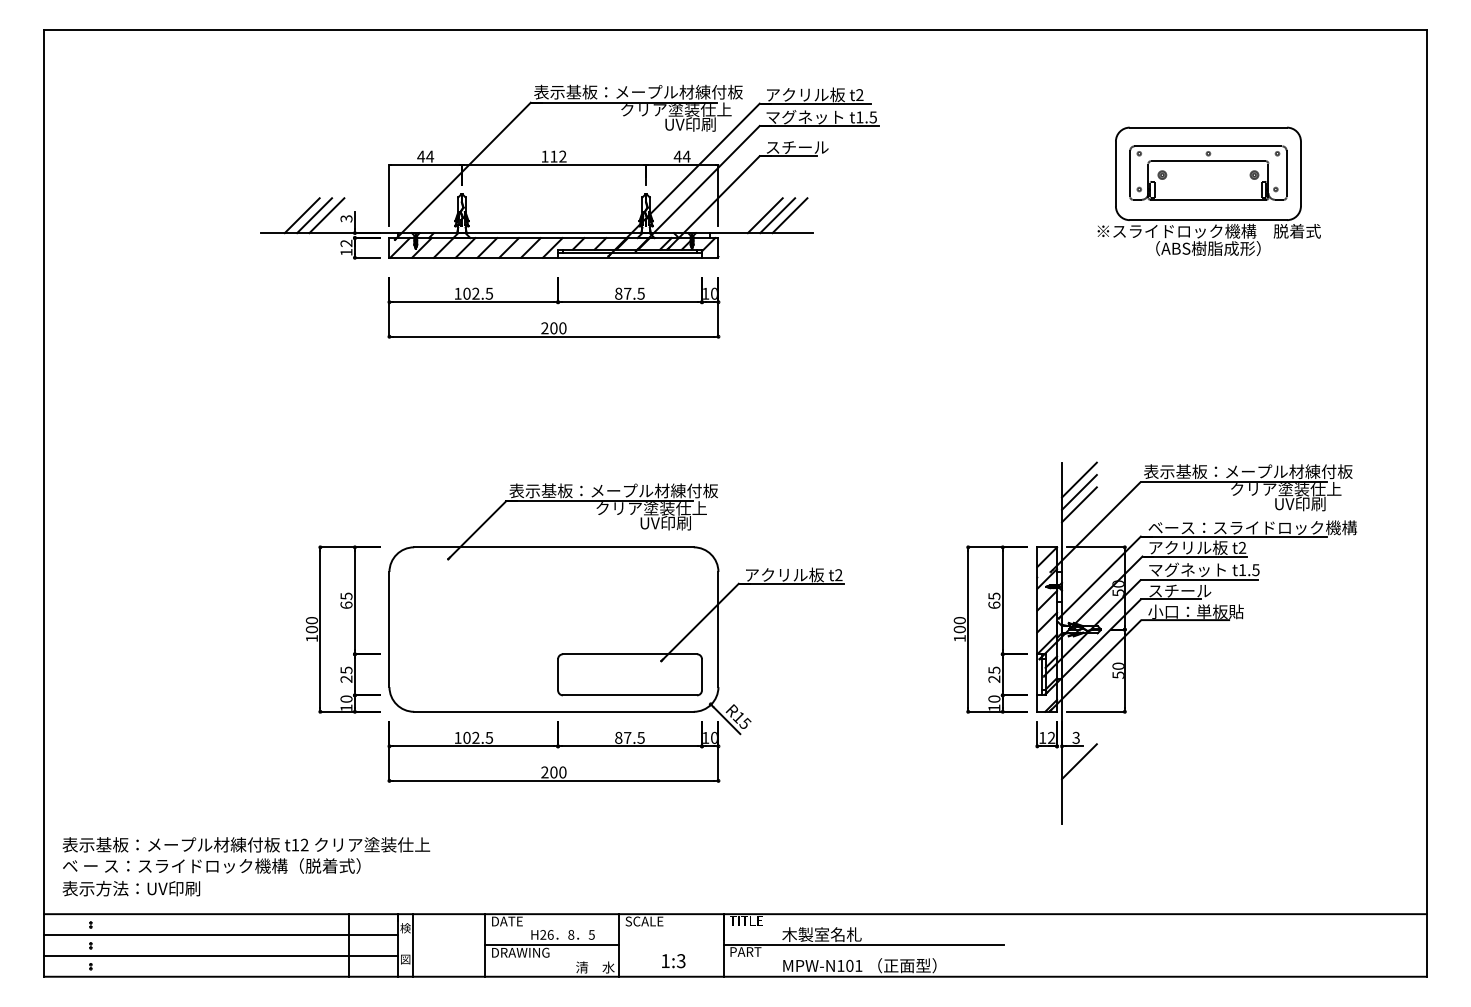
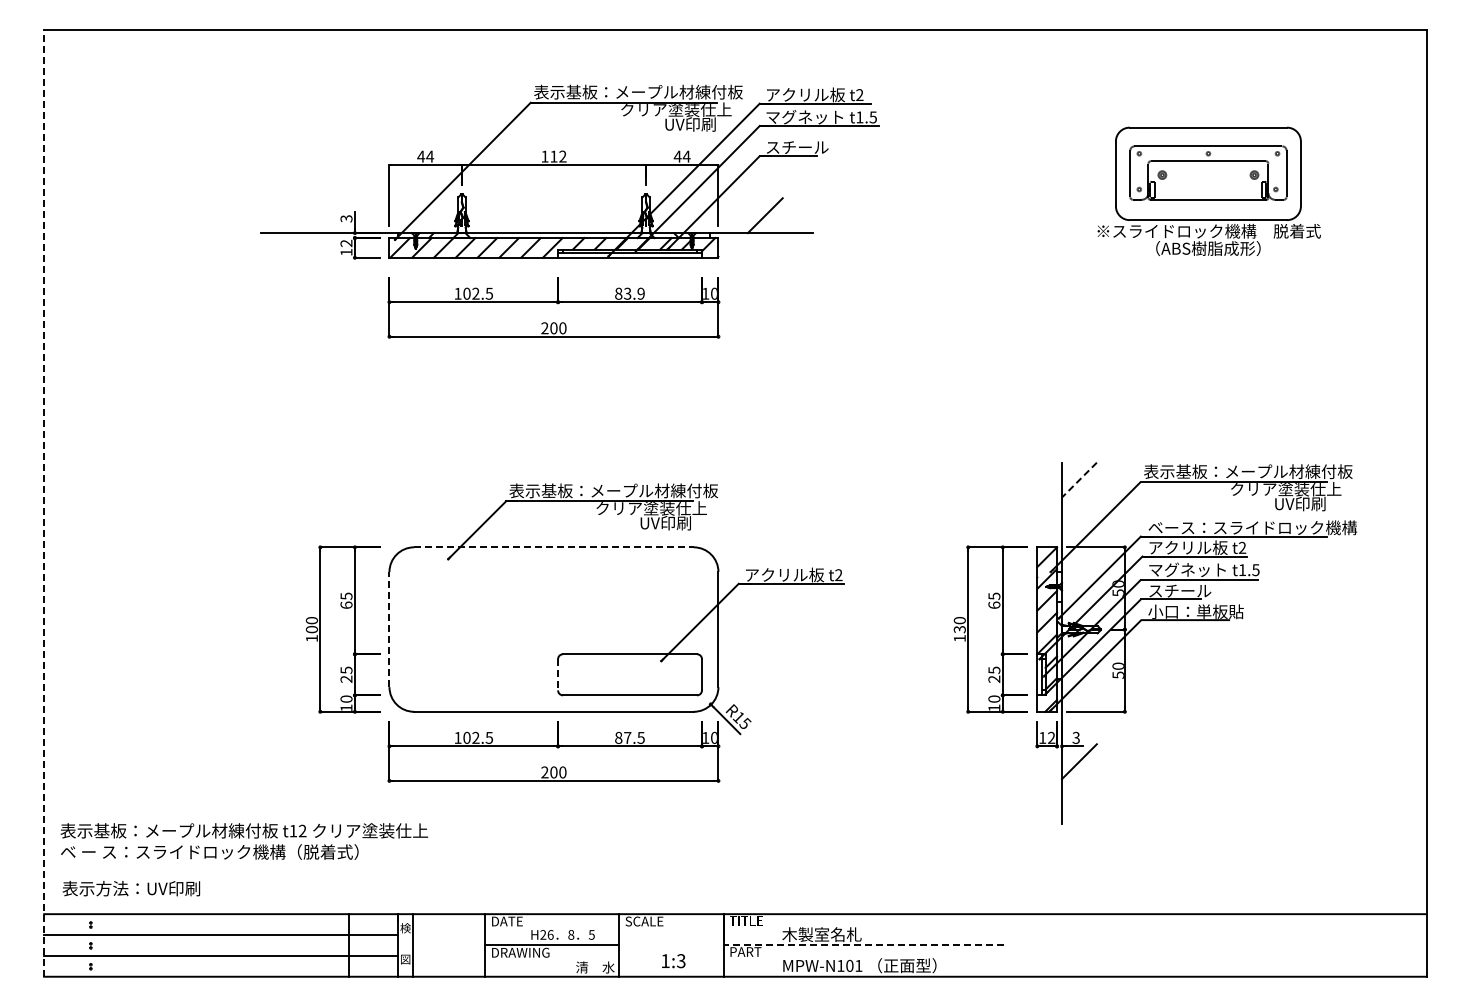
line at (301, 215): present -> none
line at (314, 215): present -> none
line at (326, 215): present -> none
line at (777, 215): present -> none
line at (789, 215): present -> none
text at (634, 293): 87.5 -> 83.9
line at (1079, 480): solid -> dashed
line at (1079, 492): present -> none
line at (44, 502): solid -> dashed
line at (1079, 504): present -> none
line at (553, 547): solid -> dashed
line at (389, 629): solid -> dashed
text at (959, 629): 100 -> 130
line at (558, 674): solid -> dashed
text at (246, 855) position: (246, 855) -> (244, 841)
line at (864, 945): solid -> dashed
